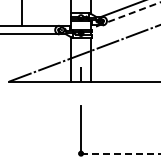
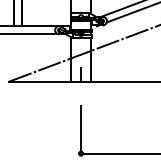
line at (133, 12): dashed -> solid
line at (13, 14): none -> present
line at (121, 153): dashed -> solid
